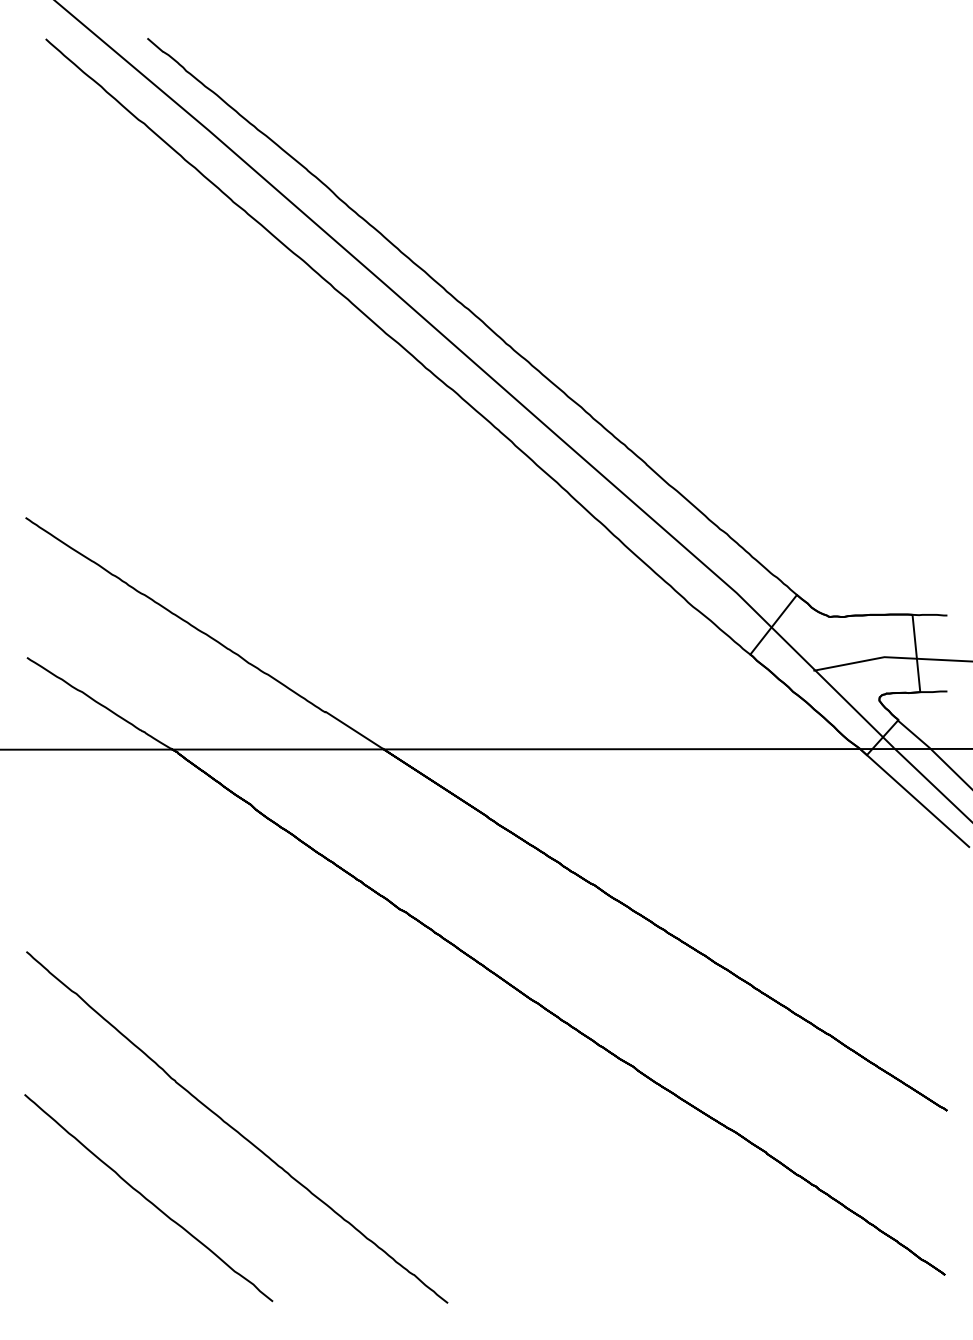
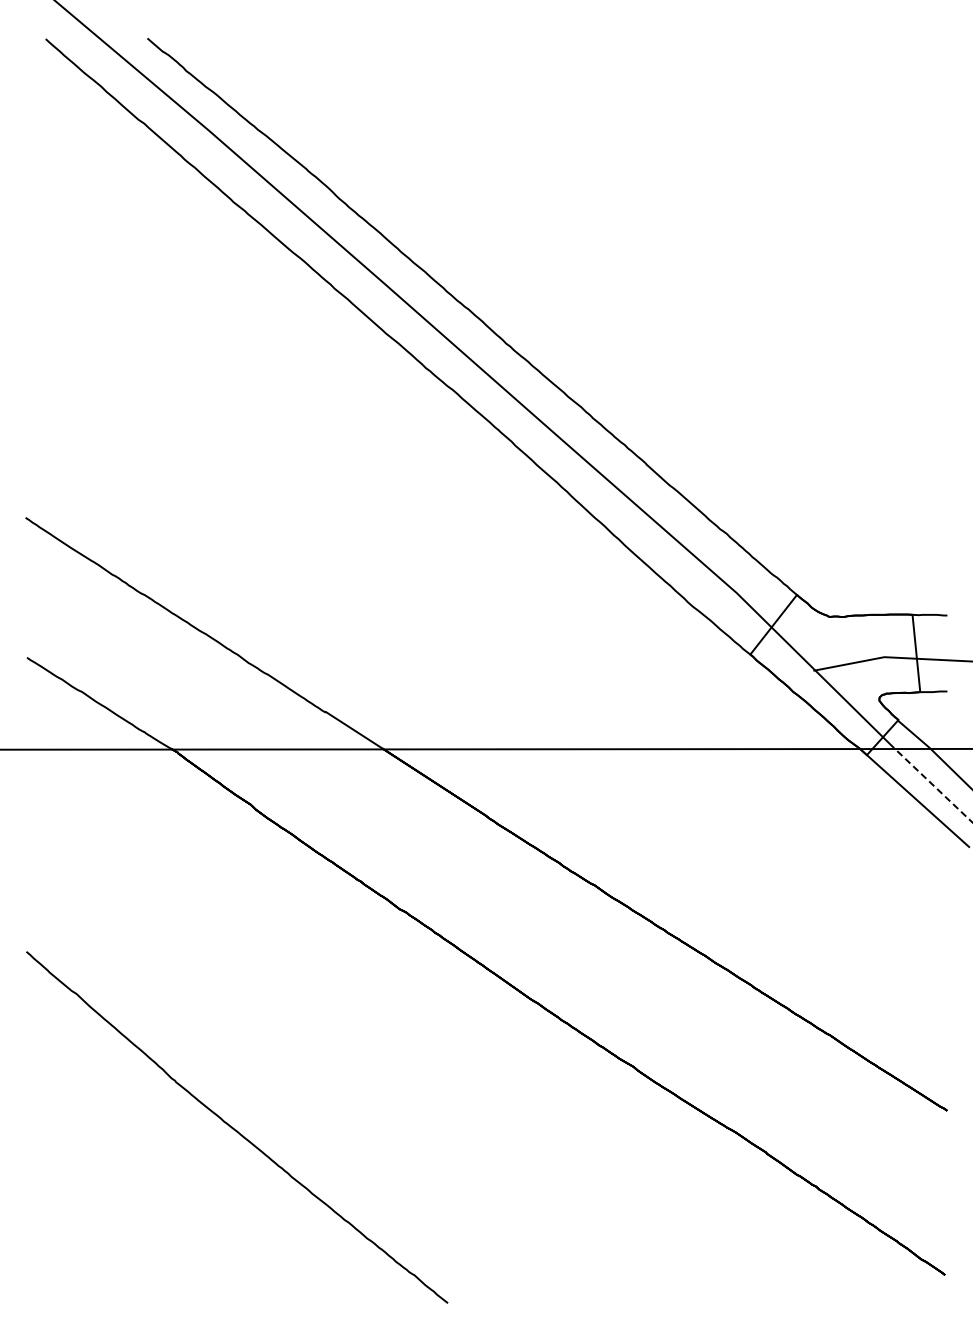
line at (933, 785): solid -> dashed
curve at (147, 1198): present -> none
